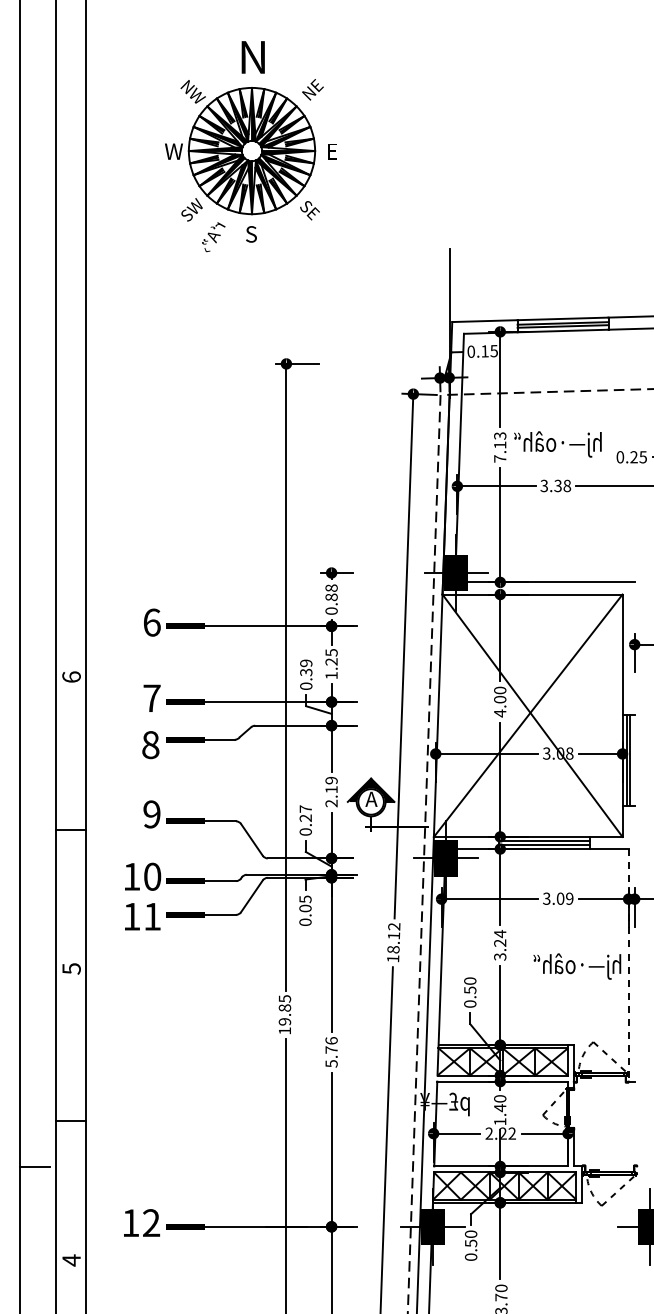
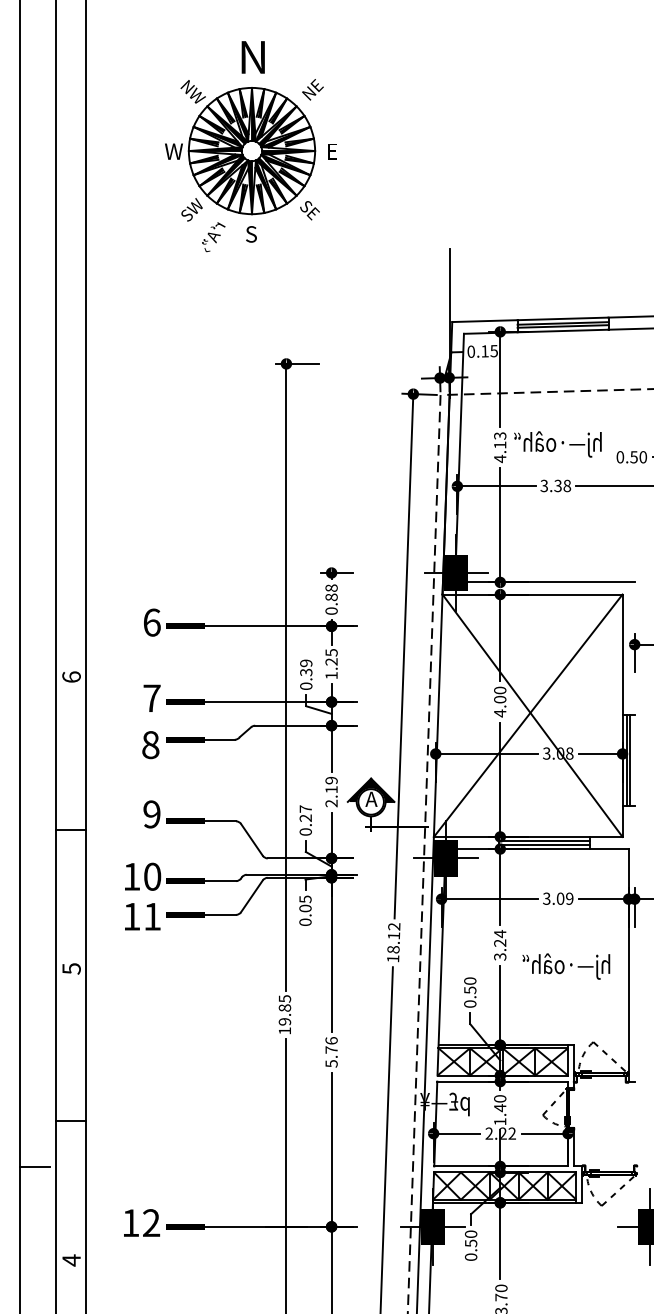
text at (638, 457): 0.25 -> 0.50
text at (500, 458): 7.13 -> 4.13
line at (628, 965): dashed -> solid
text at (577, 966) position: (577, 966) -> (566, 966)
